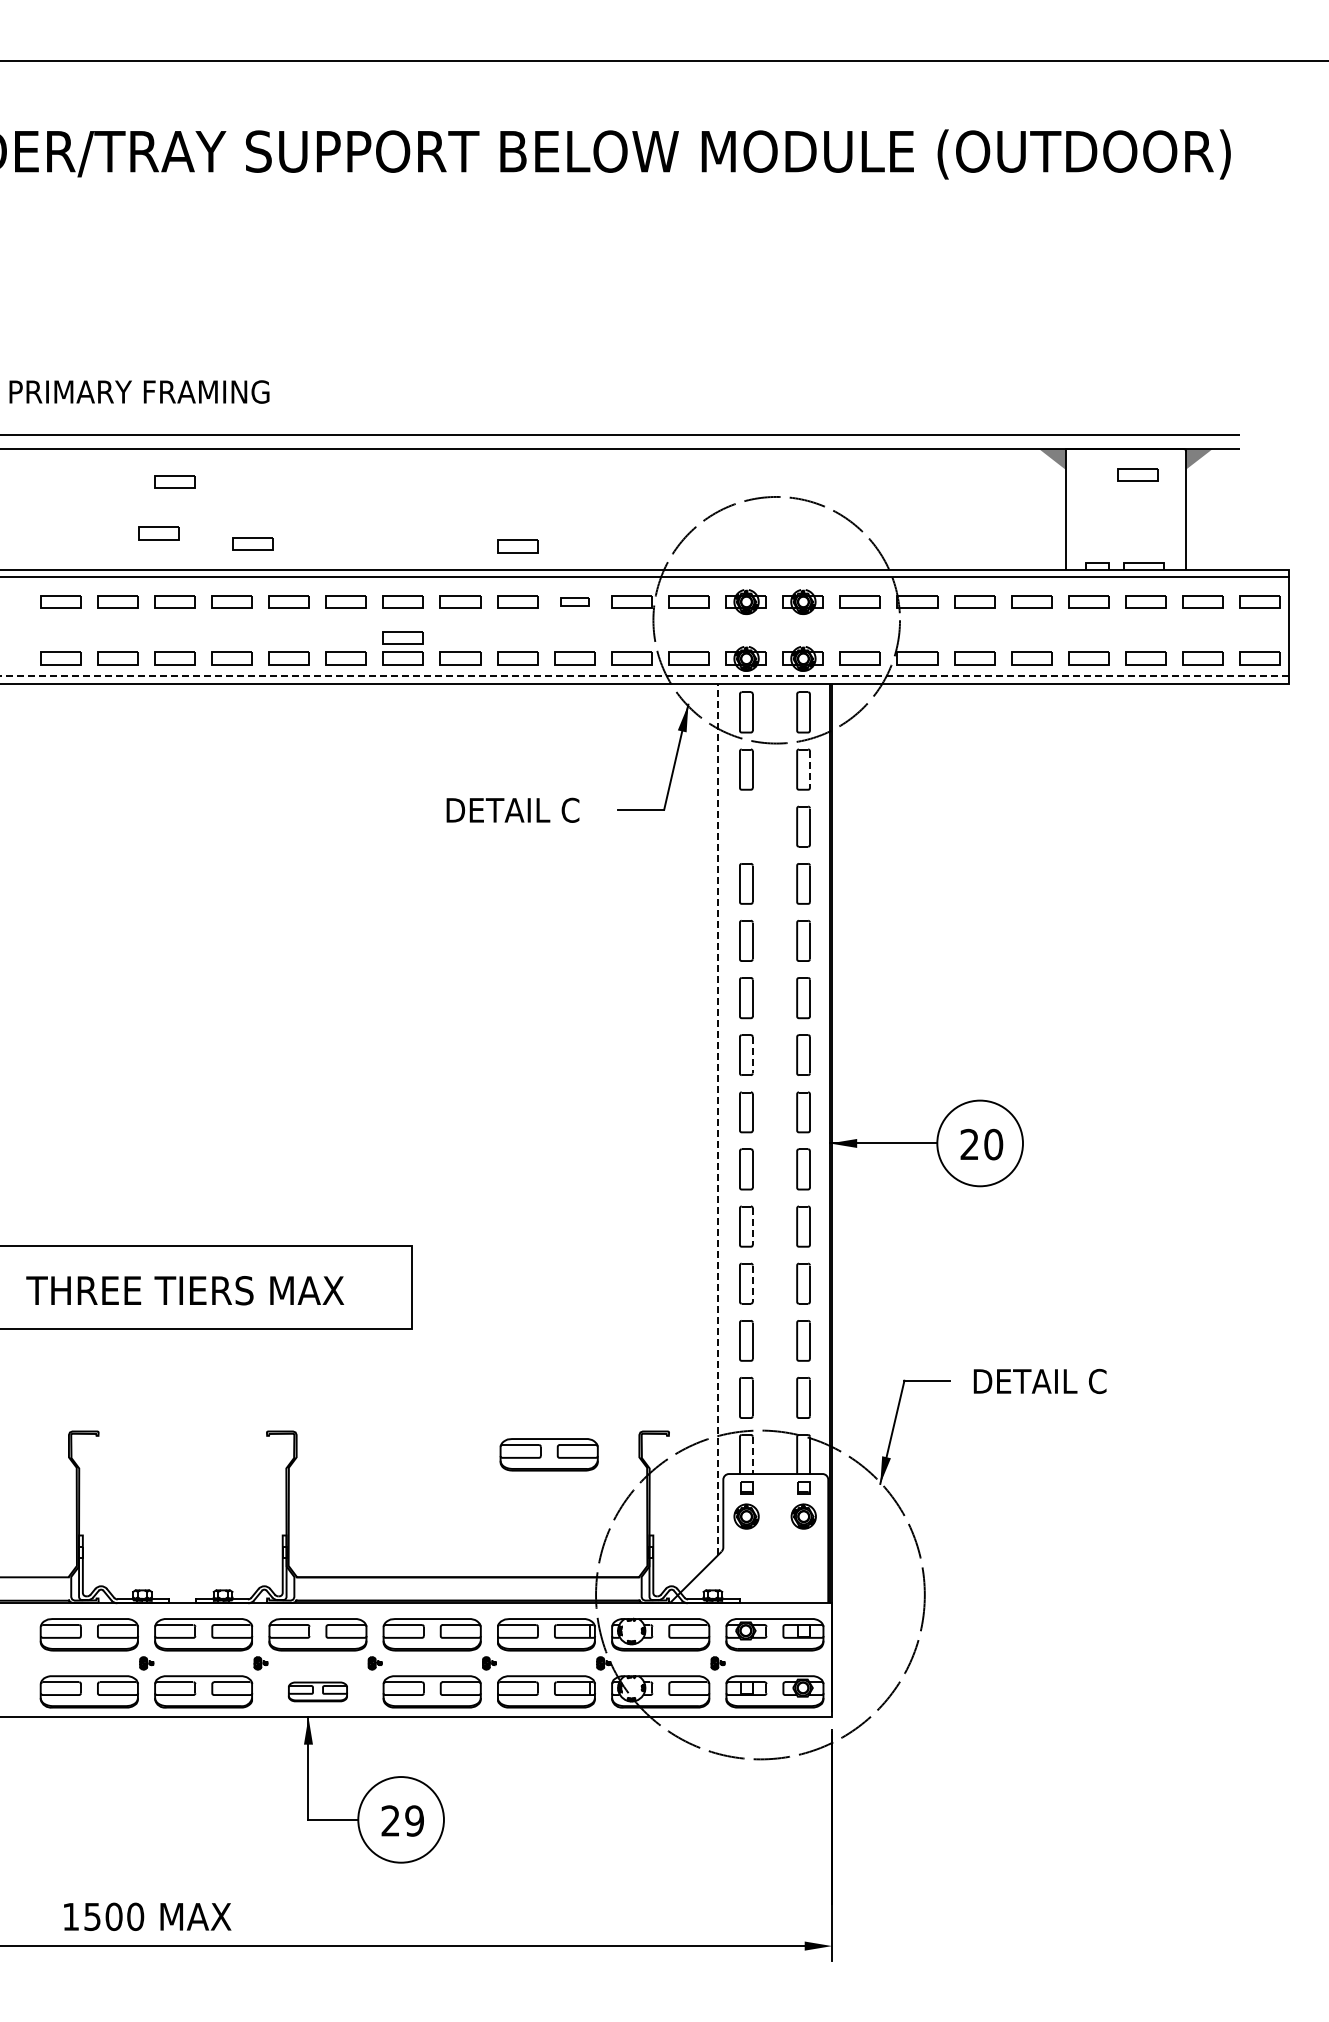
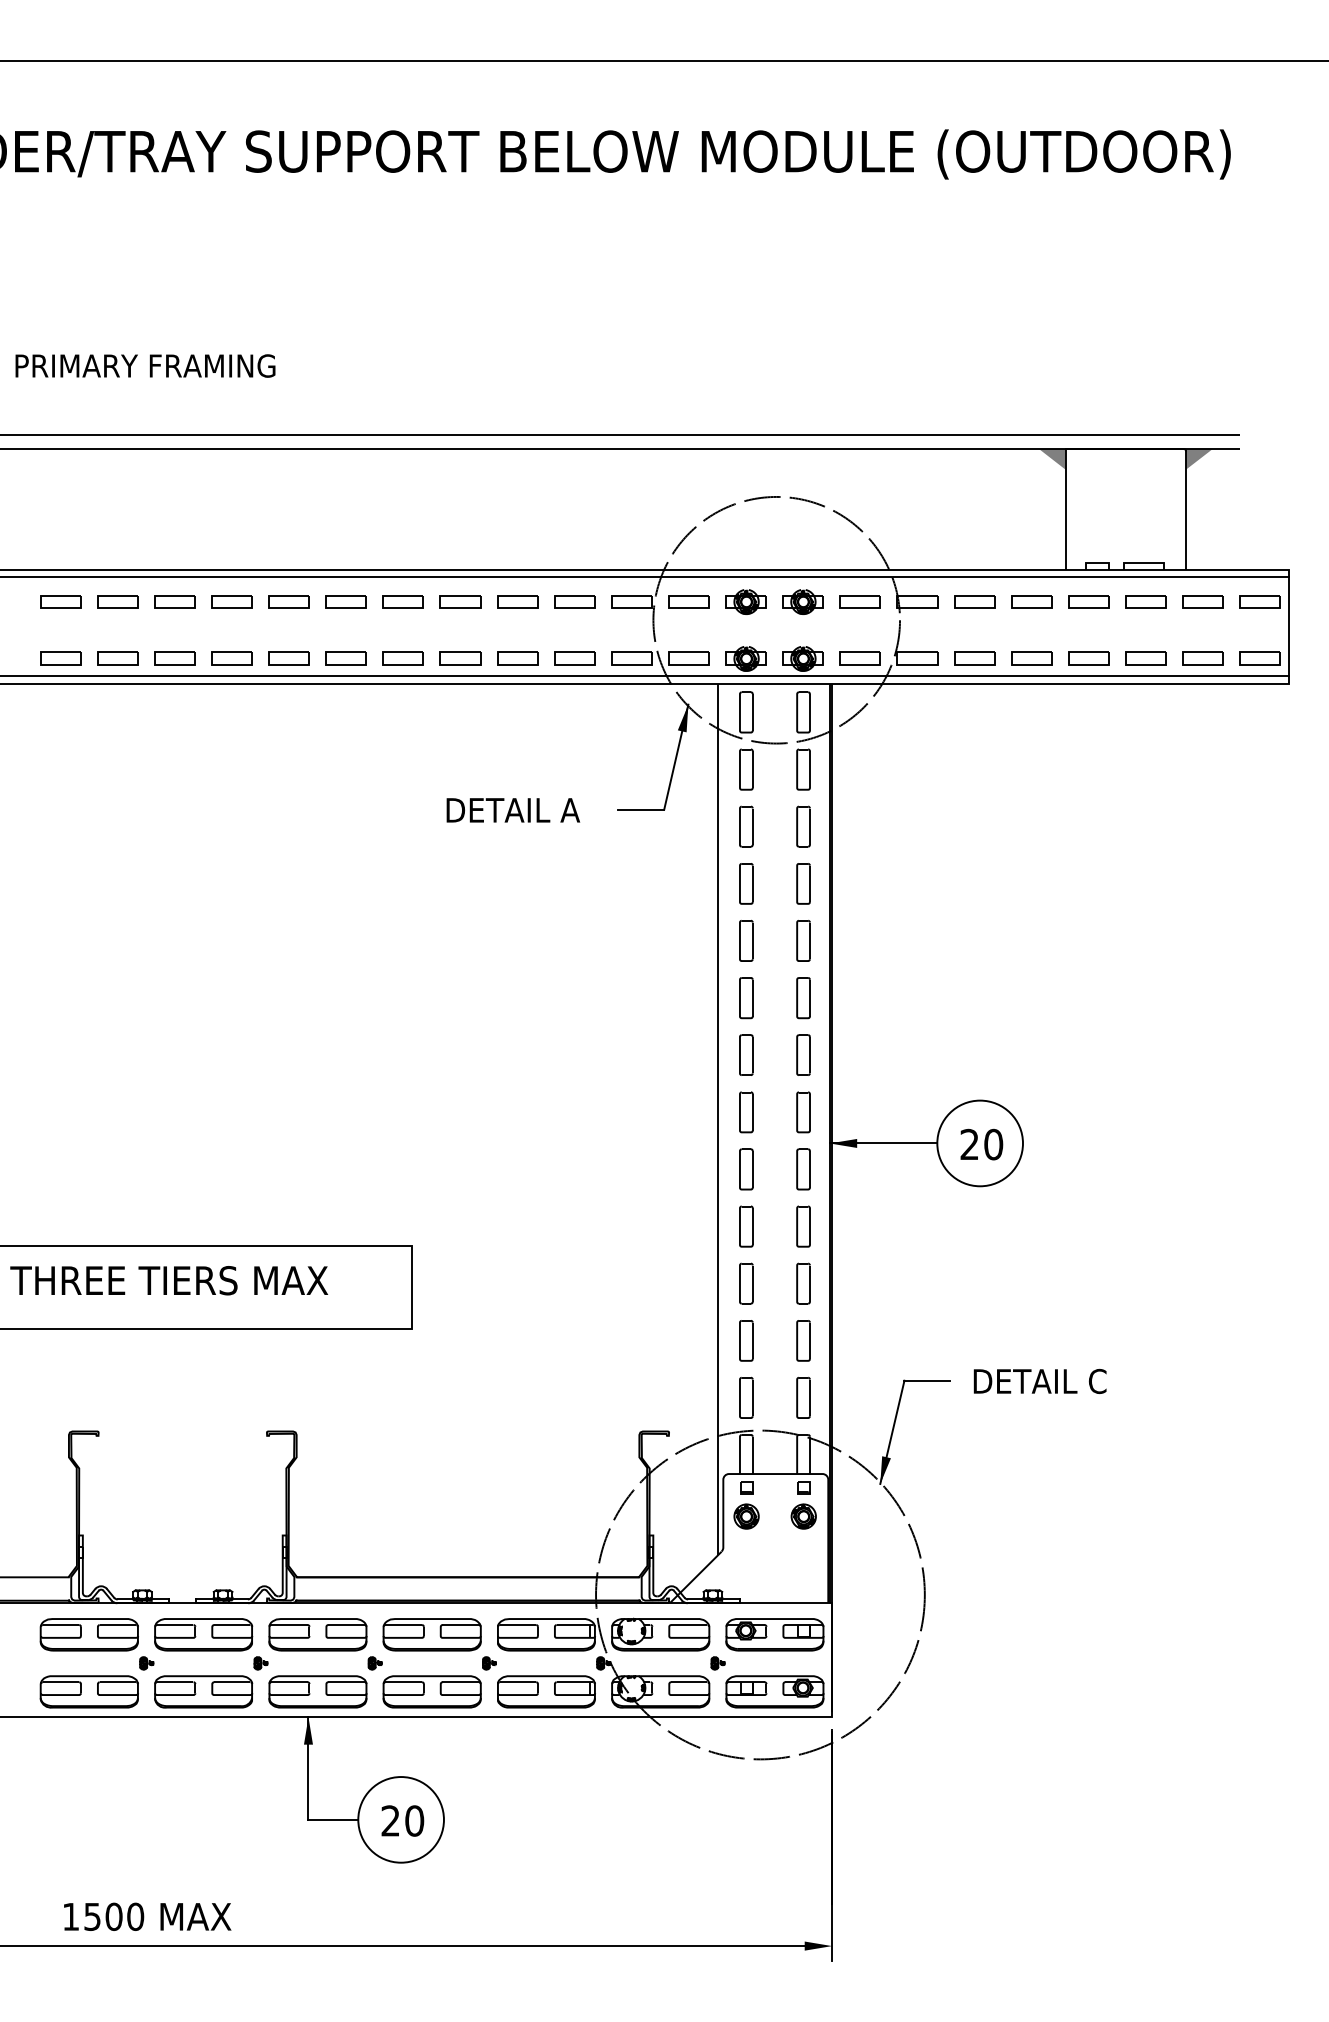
text at (139, 391) position: (139, 391) -> (145, 365)
part at (1137, 474): present -> none
part at (174, 481): present -> none
part at (158, 533): present -> none
part at (252, 543): present -> none
part at (517, 546): present -> none
part at (574, 601) size: 30x10 px -> 42x14 px
part at (402, 637): present -> none
line at (644, 676): dashed -> solid
line at (809, 770): dashed -> solid
text at (570, 809): DETAIL C -> DETAIL A
part at (746, 826): none -> present
line at (752, 1055): dashed -> solid
line at (717, 1119): dashed -> solid
line at (752, 1227): dashed -> solid
line at (752, 1284): dashed -> solid
text at (185, 1290) position: (185, 1290) -> (169, 1280)
part at (548, 1454): present -> none
line at (752, 1455): dashed -> solid
part at (317, 1691) size: 61x22 px -> 100x34 px
text at (414, 1820): 29 -> 20
